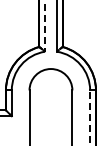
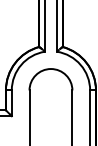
line at (45, 26): dashed -> solid
line at (90, 118): dashed -> solid
